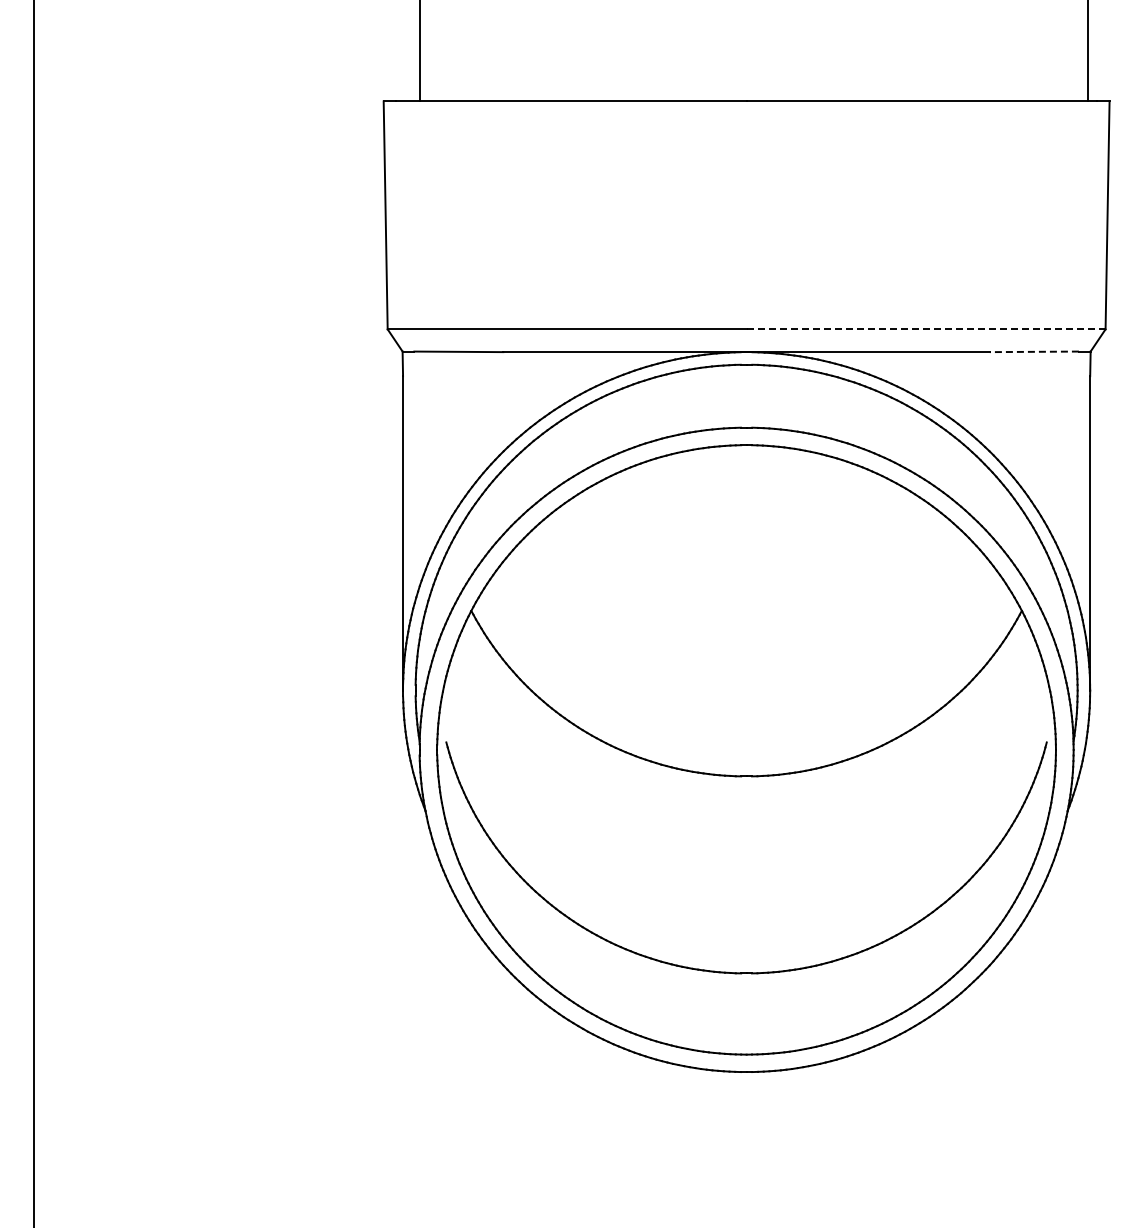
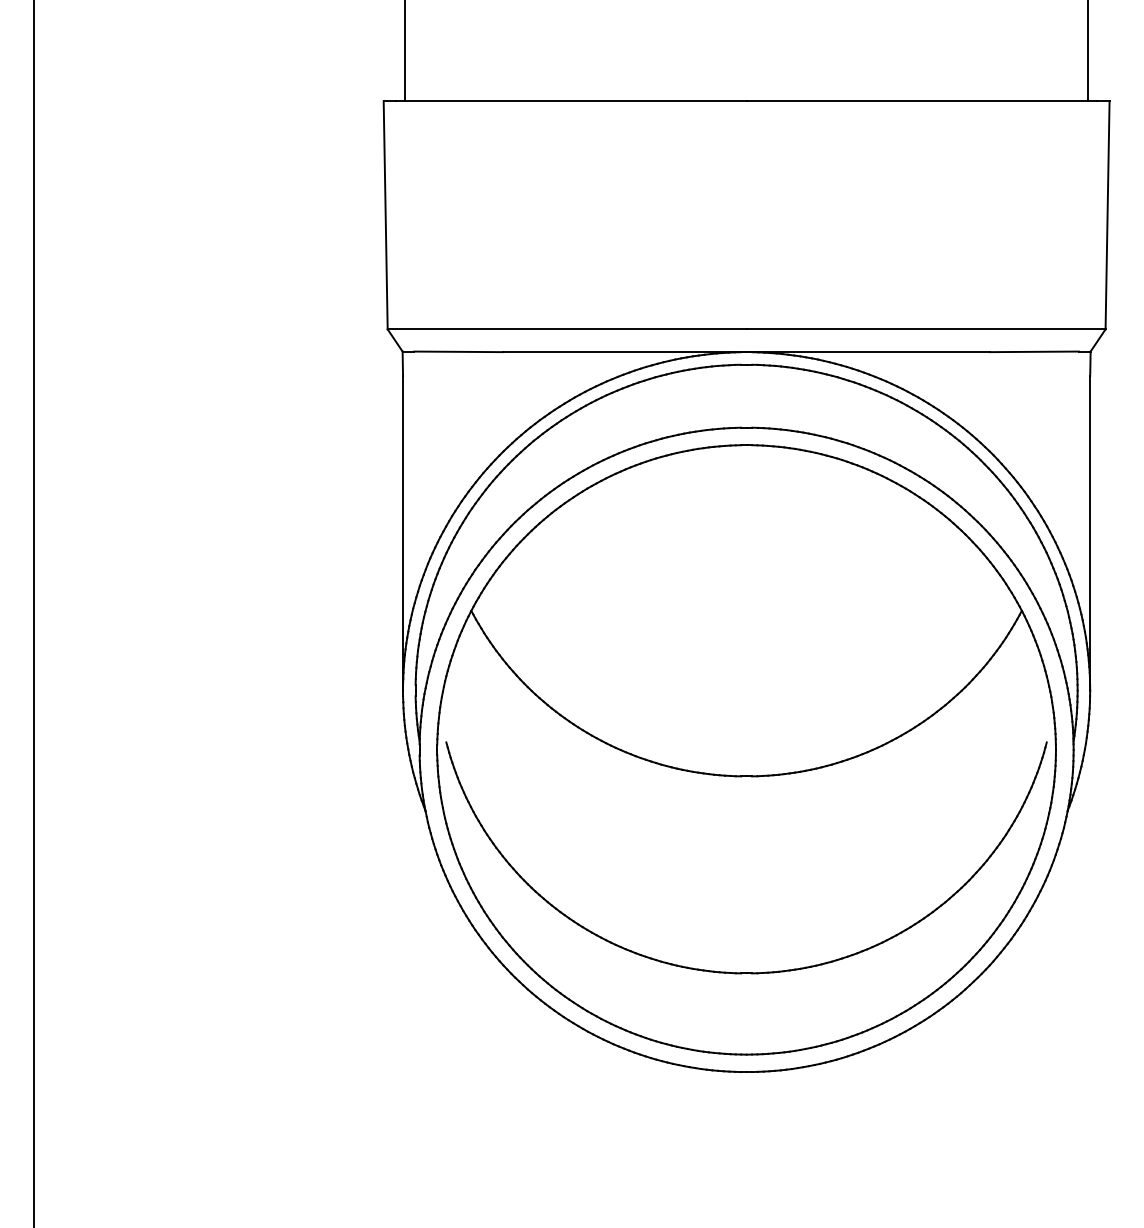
line at (419, 51) position: (419, 51) -> (404, 51)
line at (925, 329): dashed -> solid
line at (1034, 351): dashed -> solid
